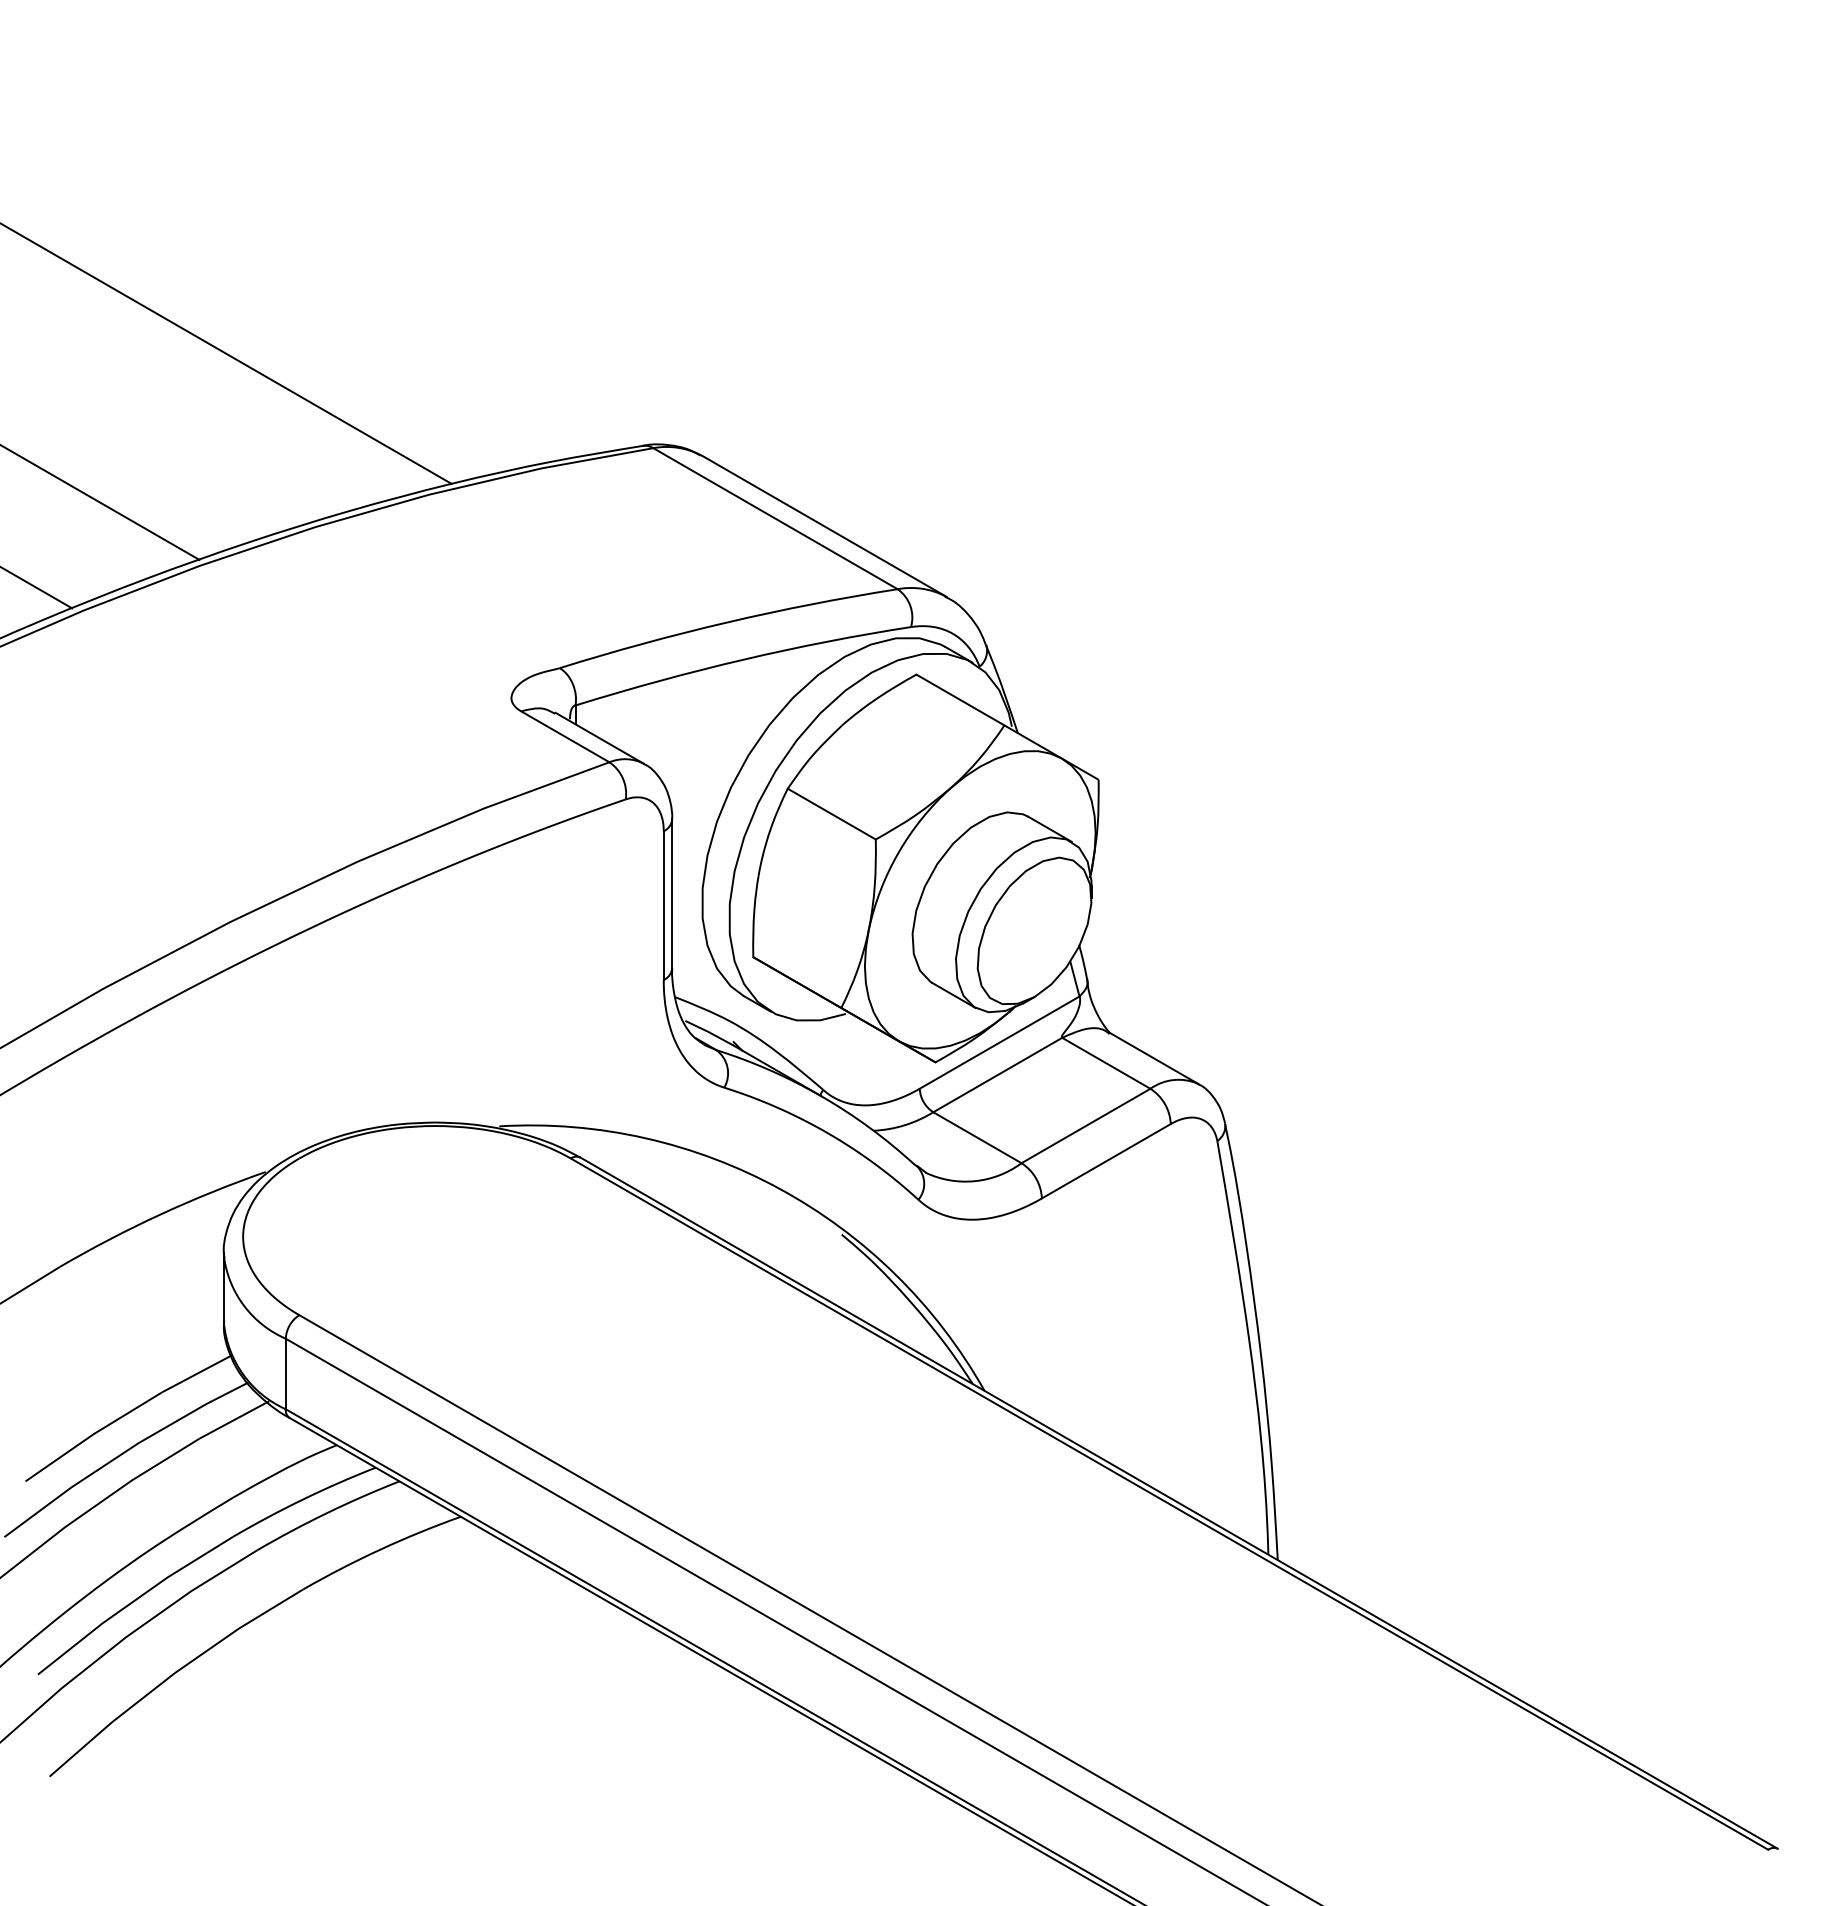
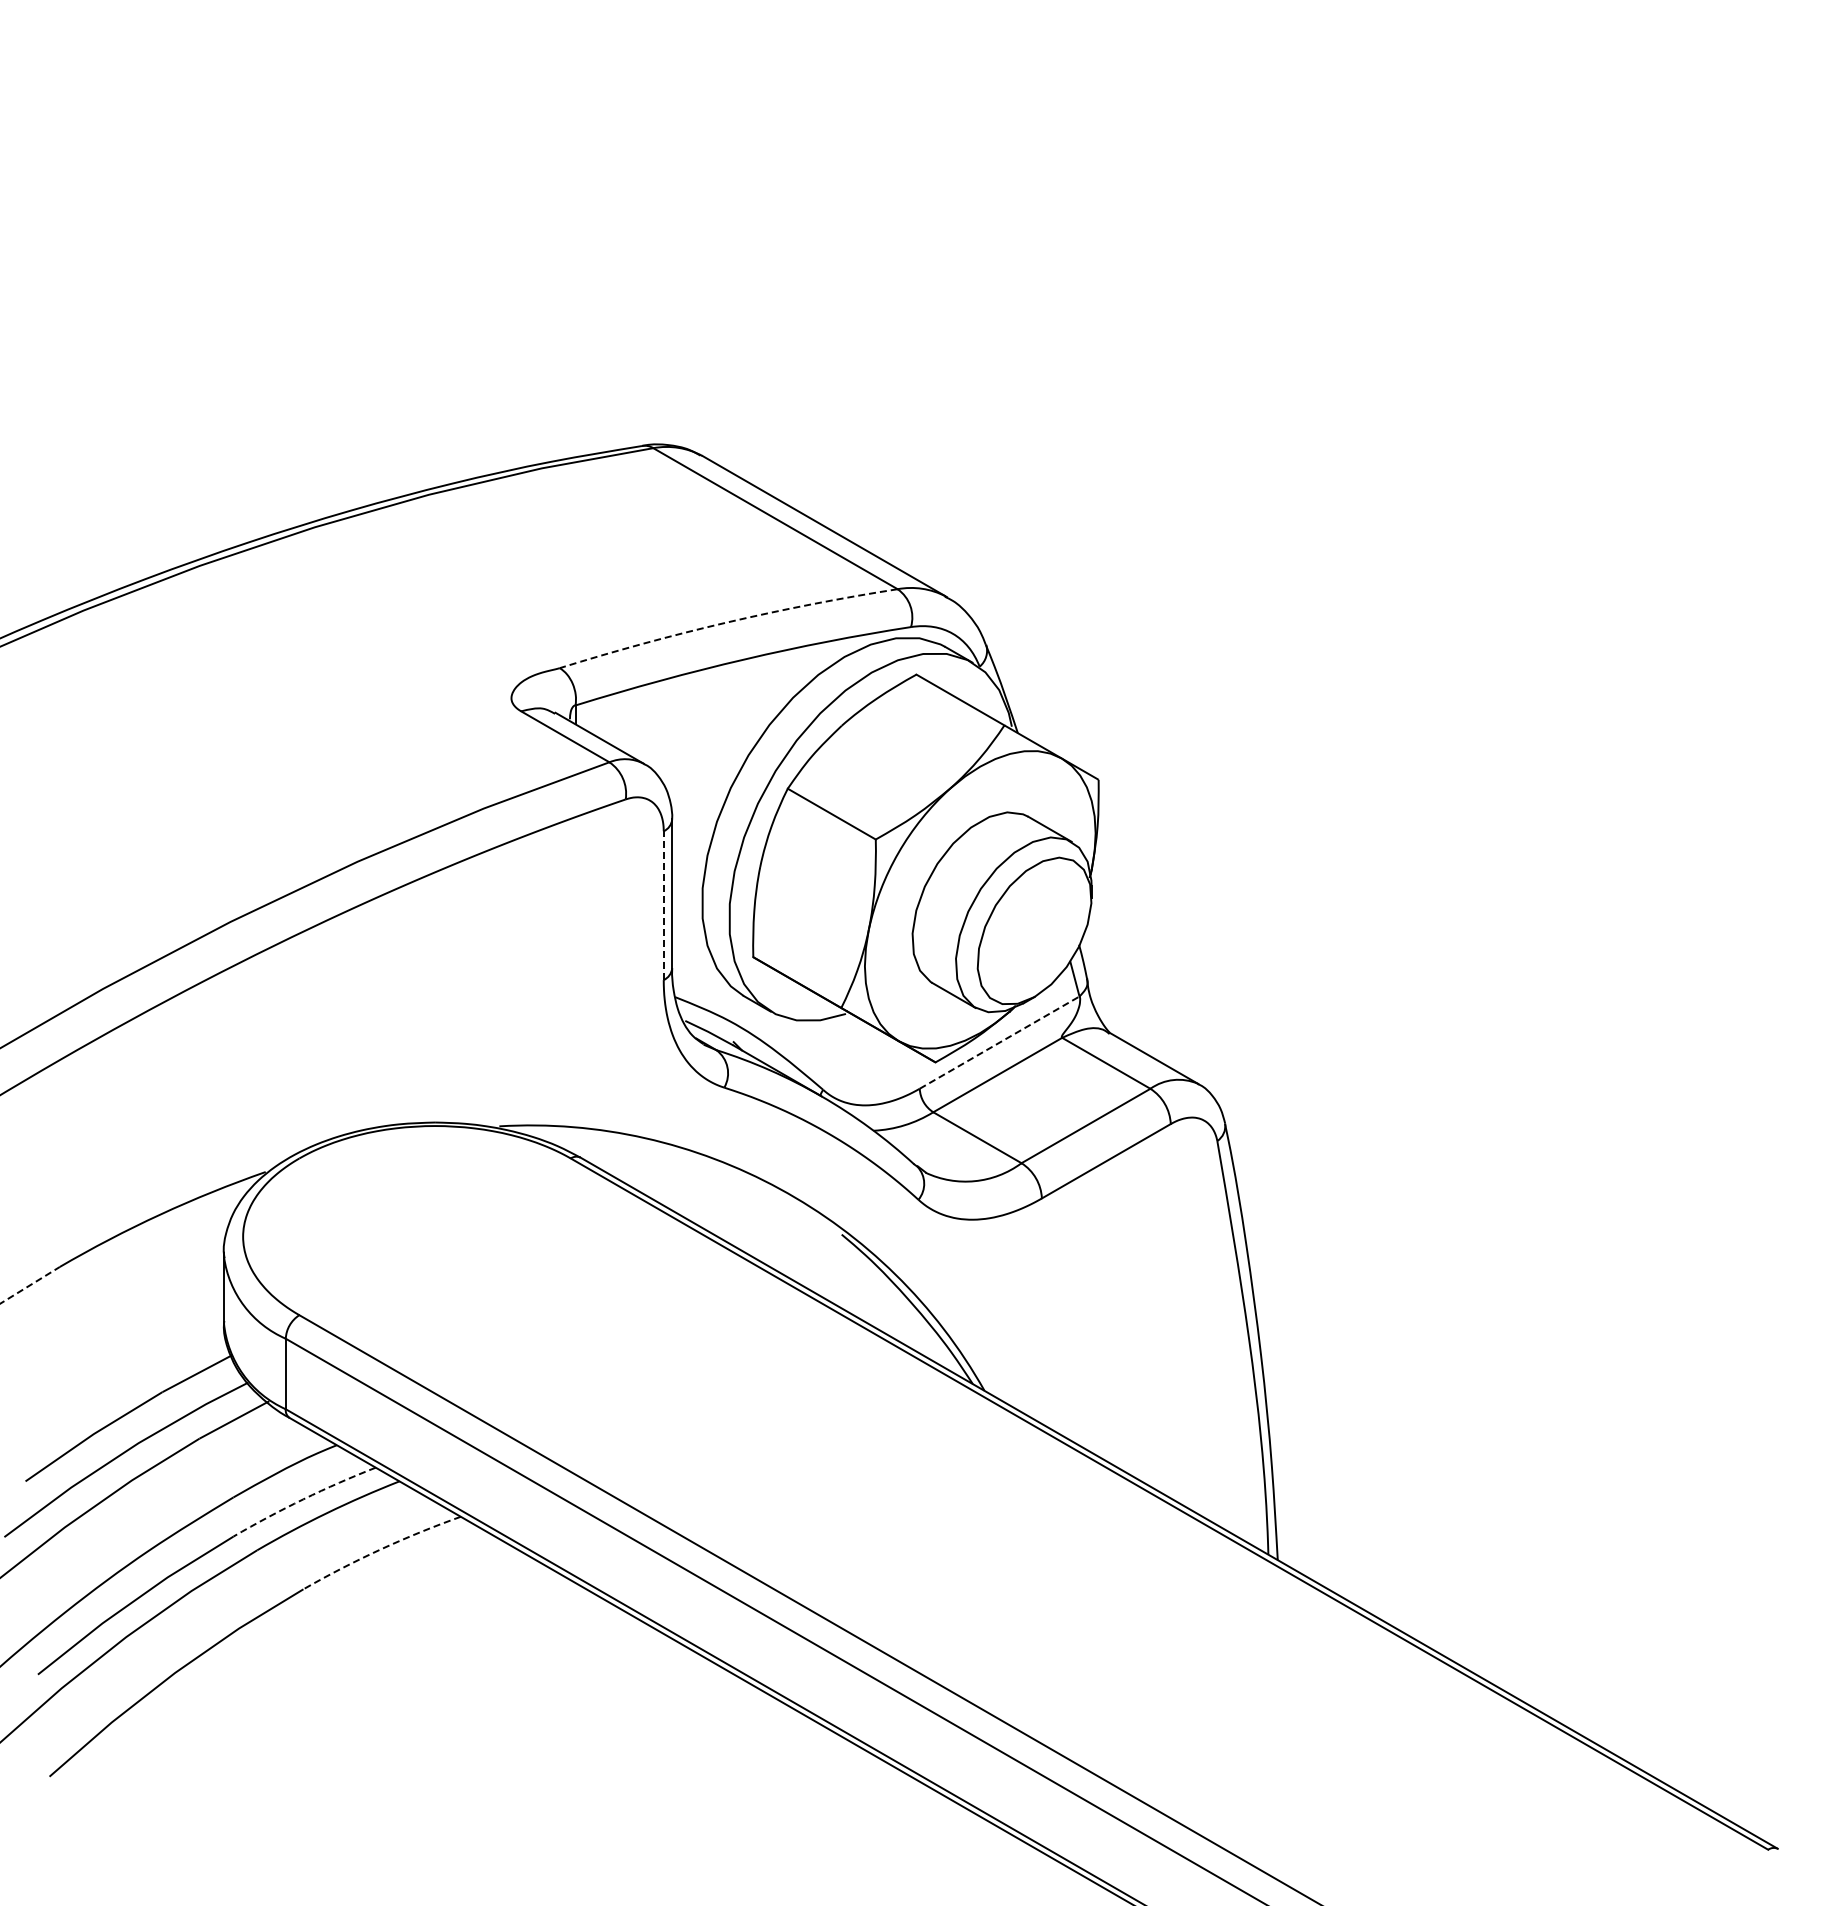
line at (226, 353): present -> none
line at (100, 502): present -> none
line at (37, 587): present -> none
arc at (727, 622): solid -> dashed
line at (663, 905): solid -> dashed
line at (1000, 1042): solid -> dashed
line at (30, 1285): solid -> dashed
arc at (303, 1499): solid -> dashed
arc at (380, 1549): solid -> dashed
